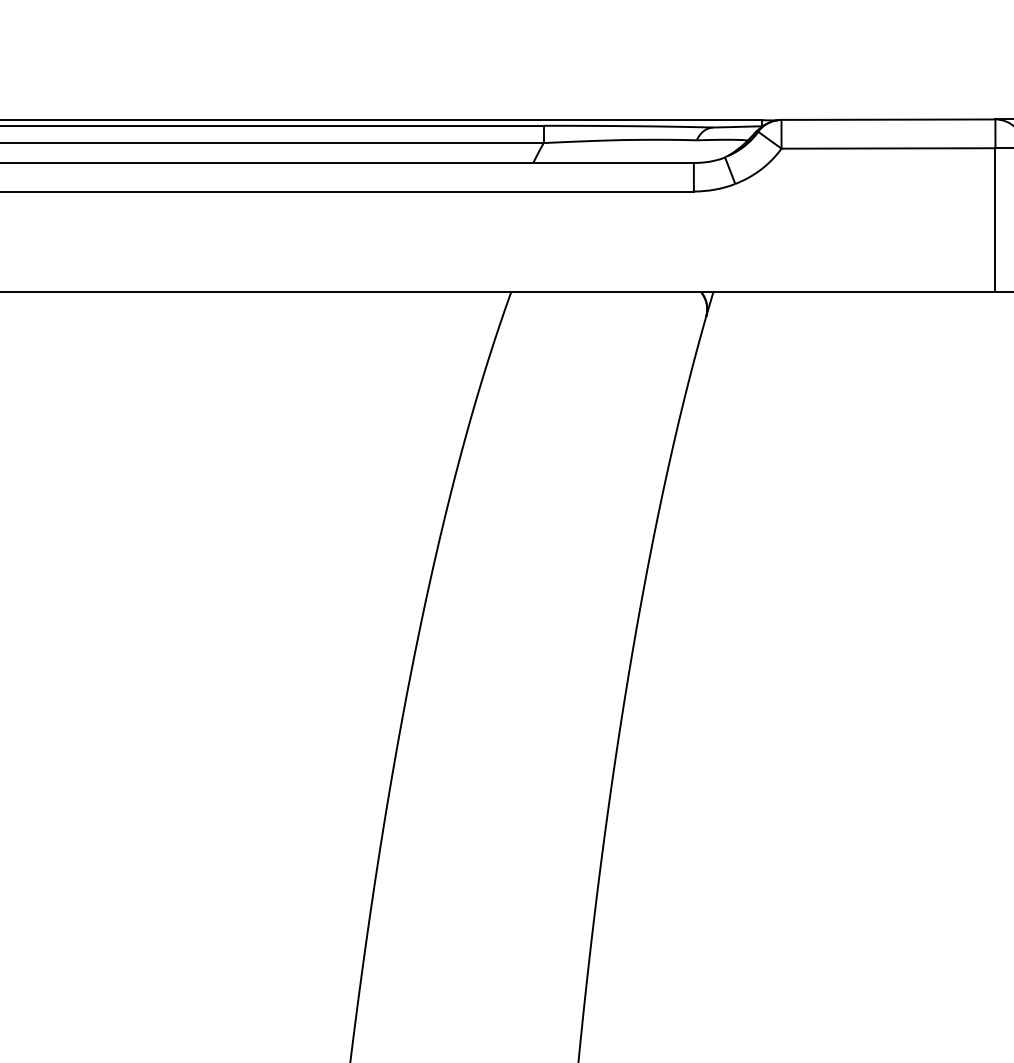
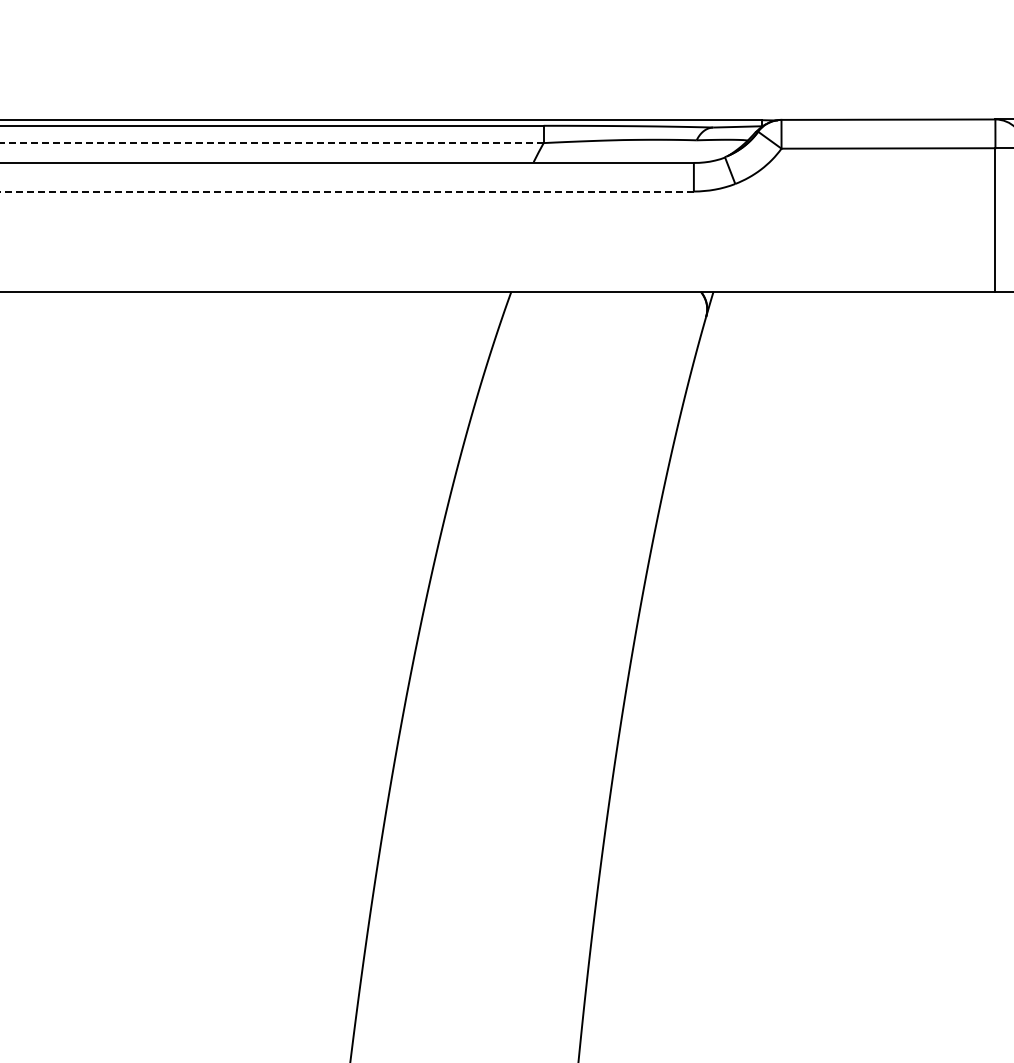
line at (271, 143): solid -> dashed
line at (346, 191): solid -> dashed
